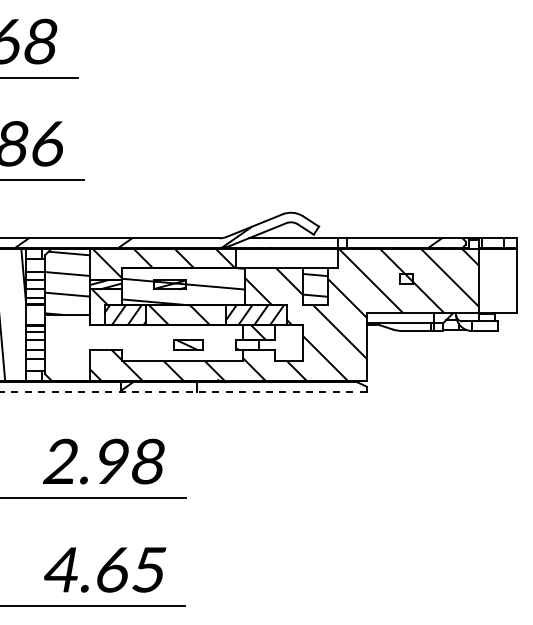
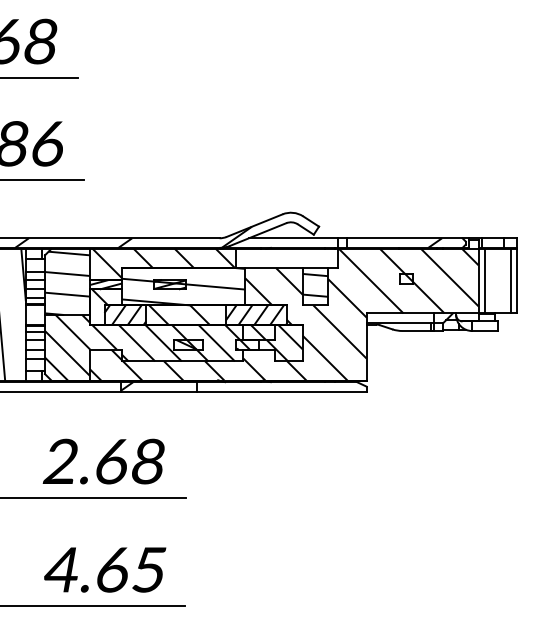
line at (484, 280): none -> present
line at (510, 280): none -> present
hatch at (173, 347): none -> present
line at (182, 391): dashed -> solid
text at (112, 461): 2.98 -> 2.68
